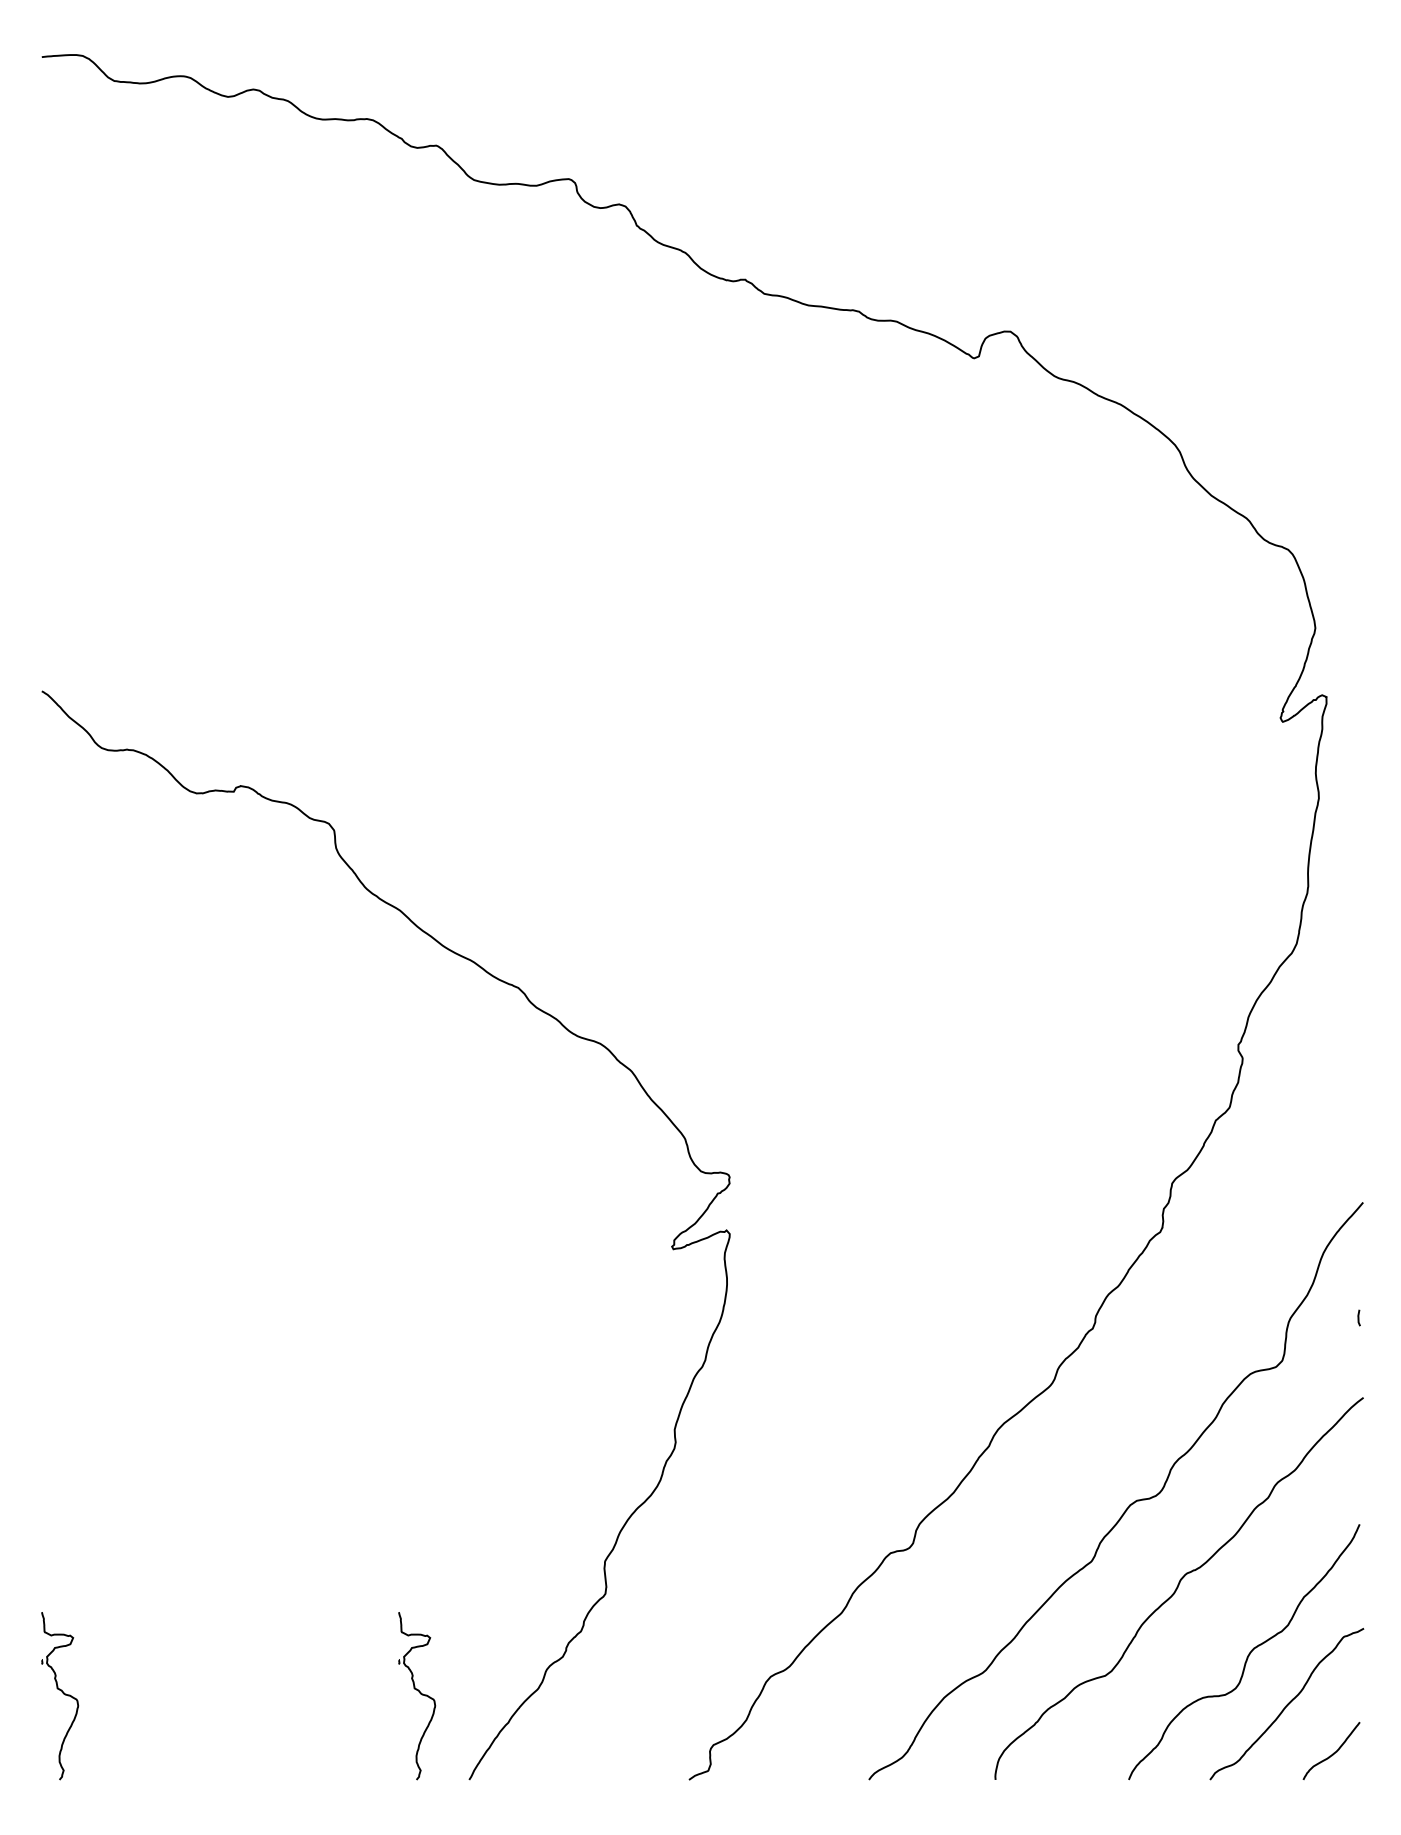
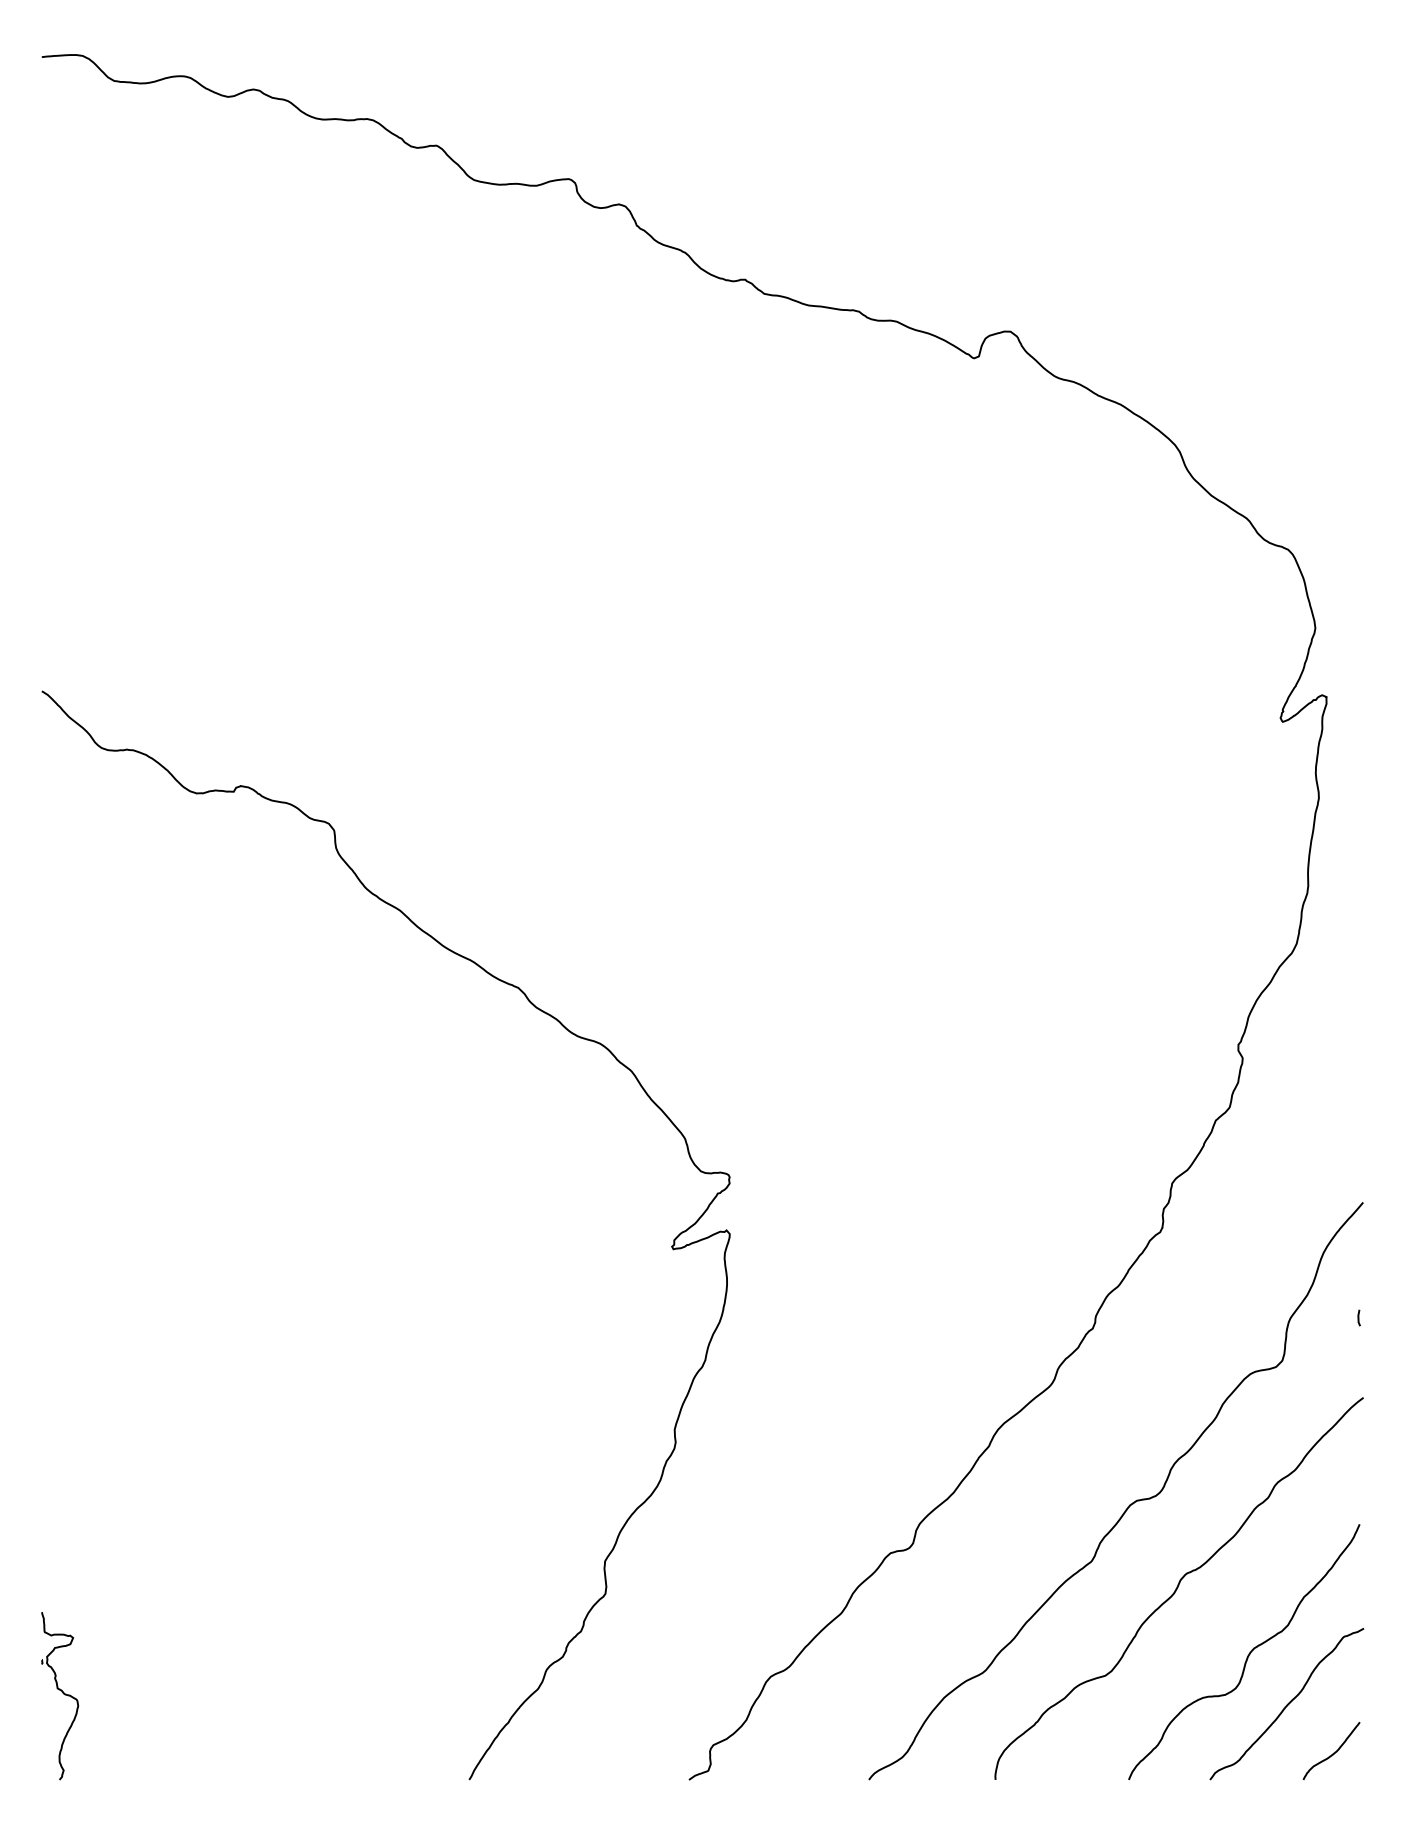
part at (417, 1696): present -> none
